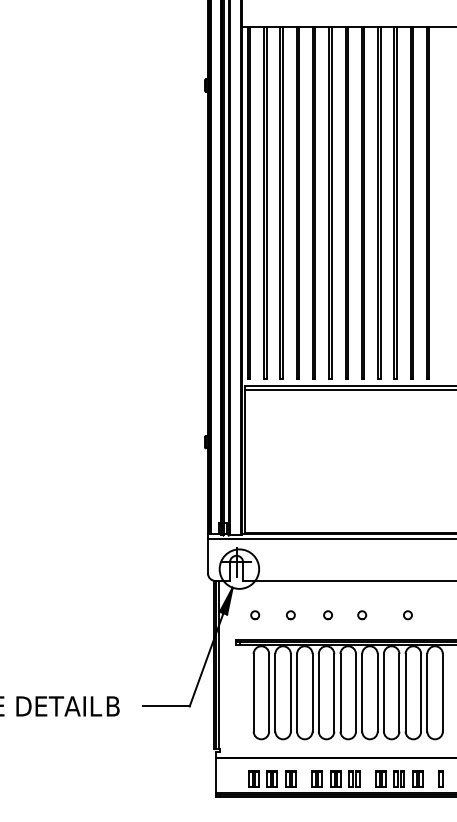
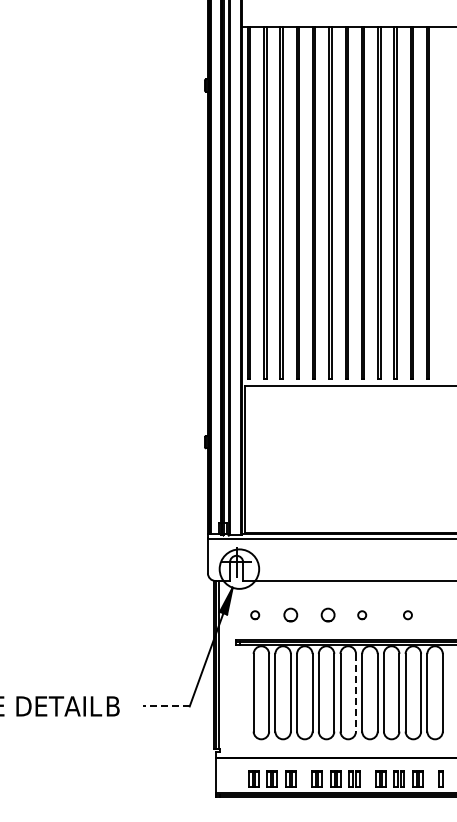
line at (348, 389): present -> none
part at (290, 615) size: 10x11 px -> 16x16 px
part at (327, 615) size: 10x11 px -> 16x16 px
line at (356, 692): solid -> dashed
line at (165, 706): solid -> dashed
